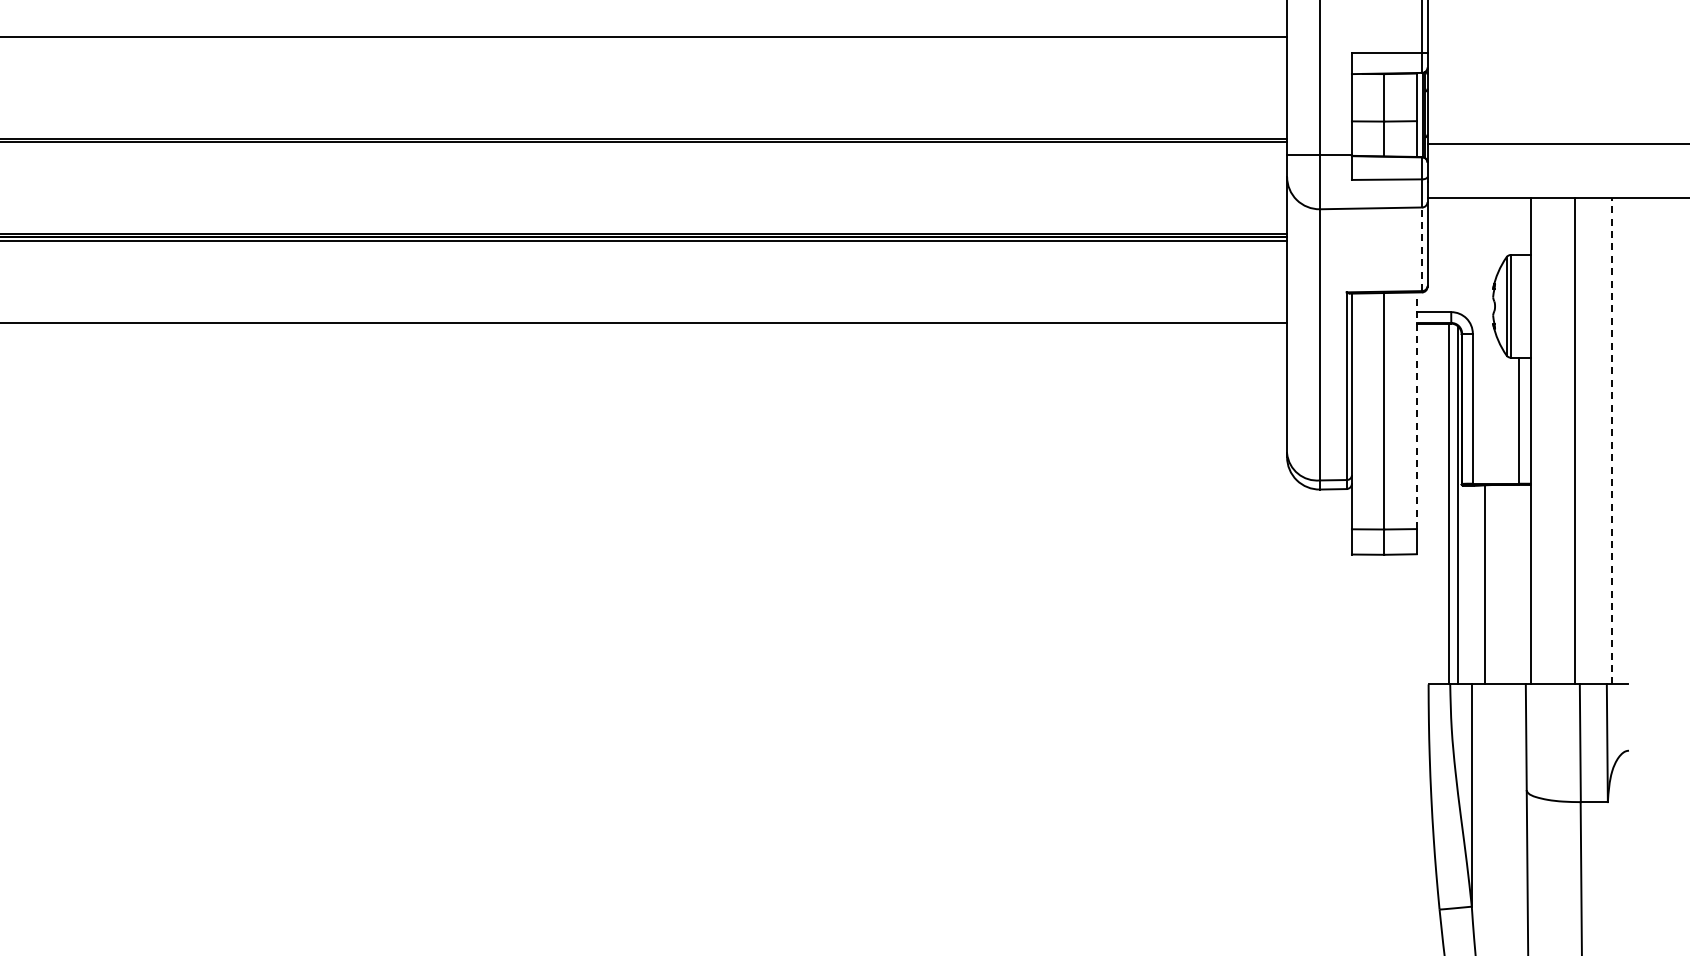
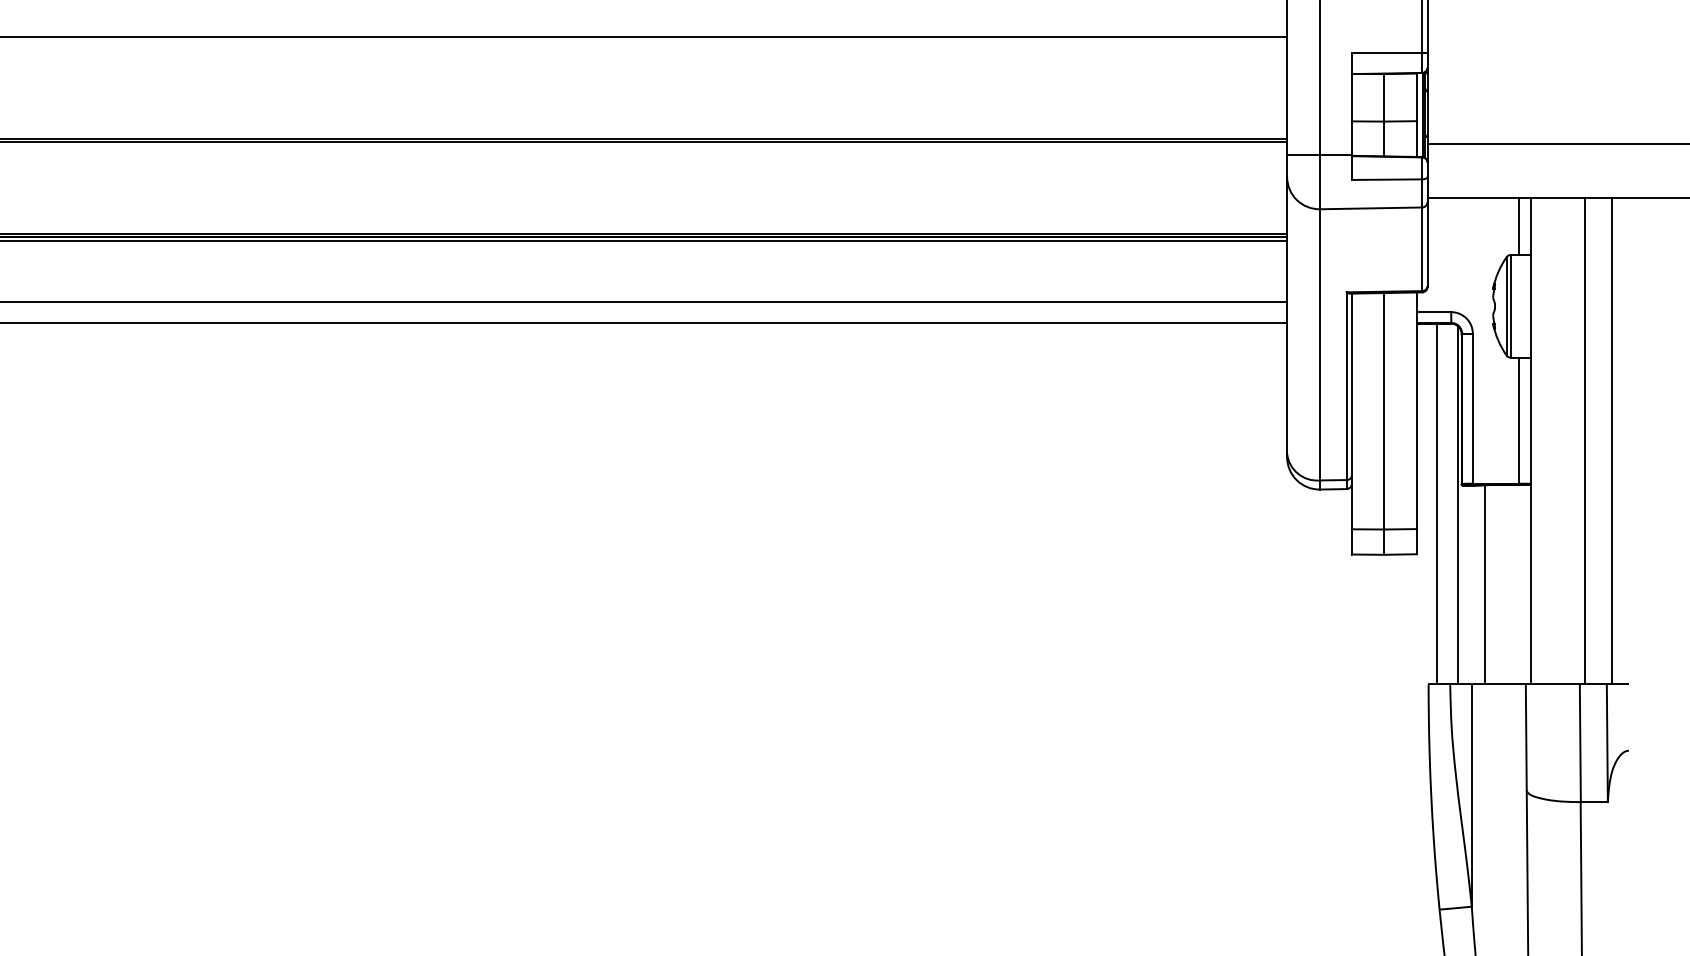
line at (1519, 226): none -> present
line at (1422, 249): dashed -> solid
line at (644, 301): none -> present
line at (1416, 410): dashed -> solid
line at (1612, 440): dashed -> solid
line at (1575, 441) position: (1575, 441) -> (1585, 441)
line at (1448, 503) position: (1448, 503) -> (1436, 503)
